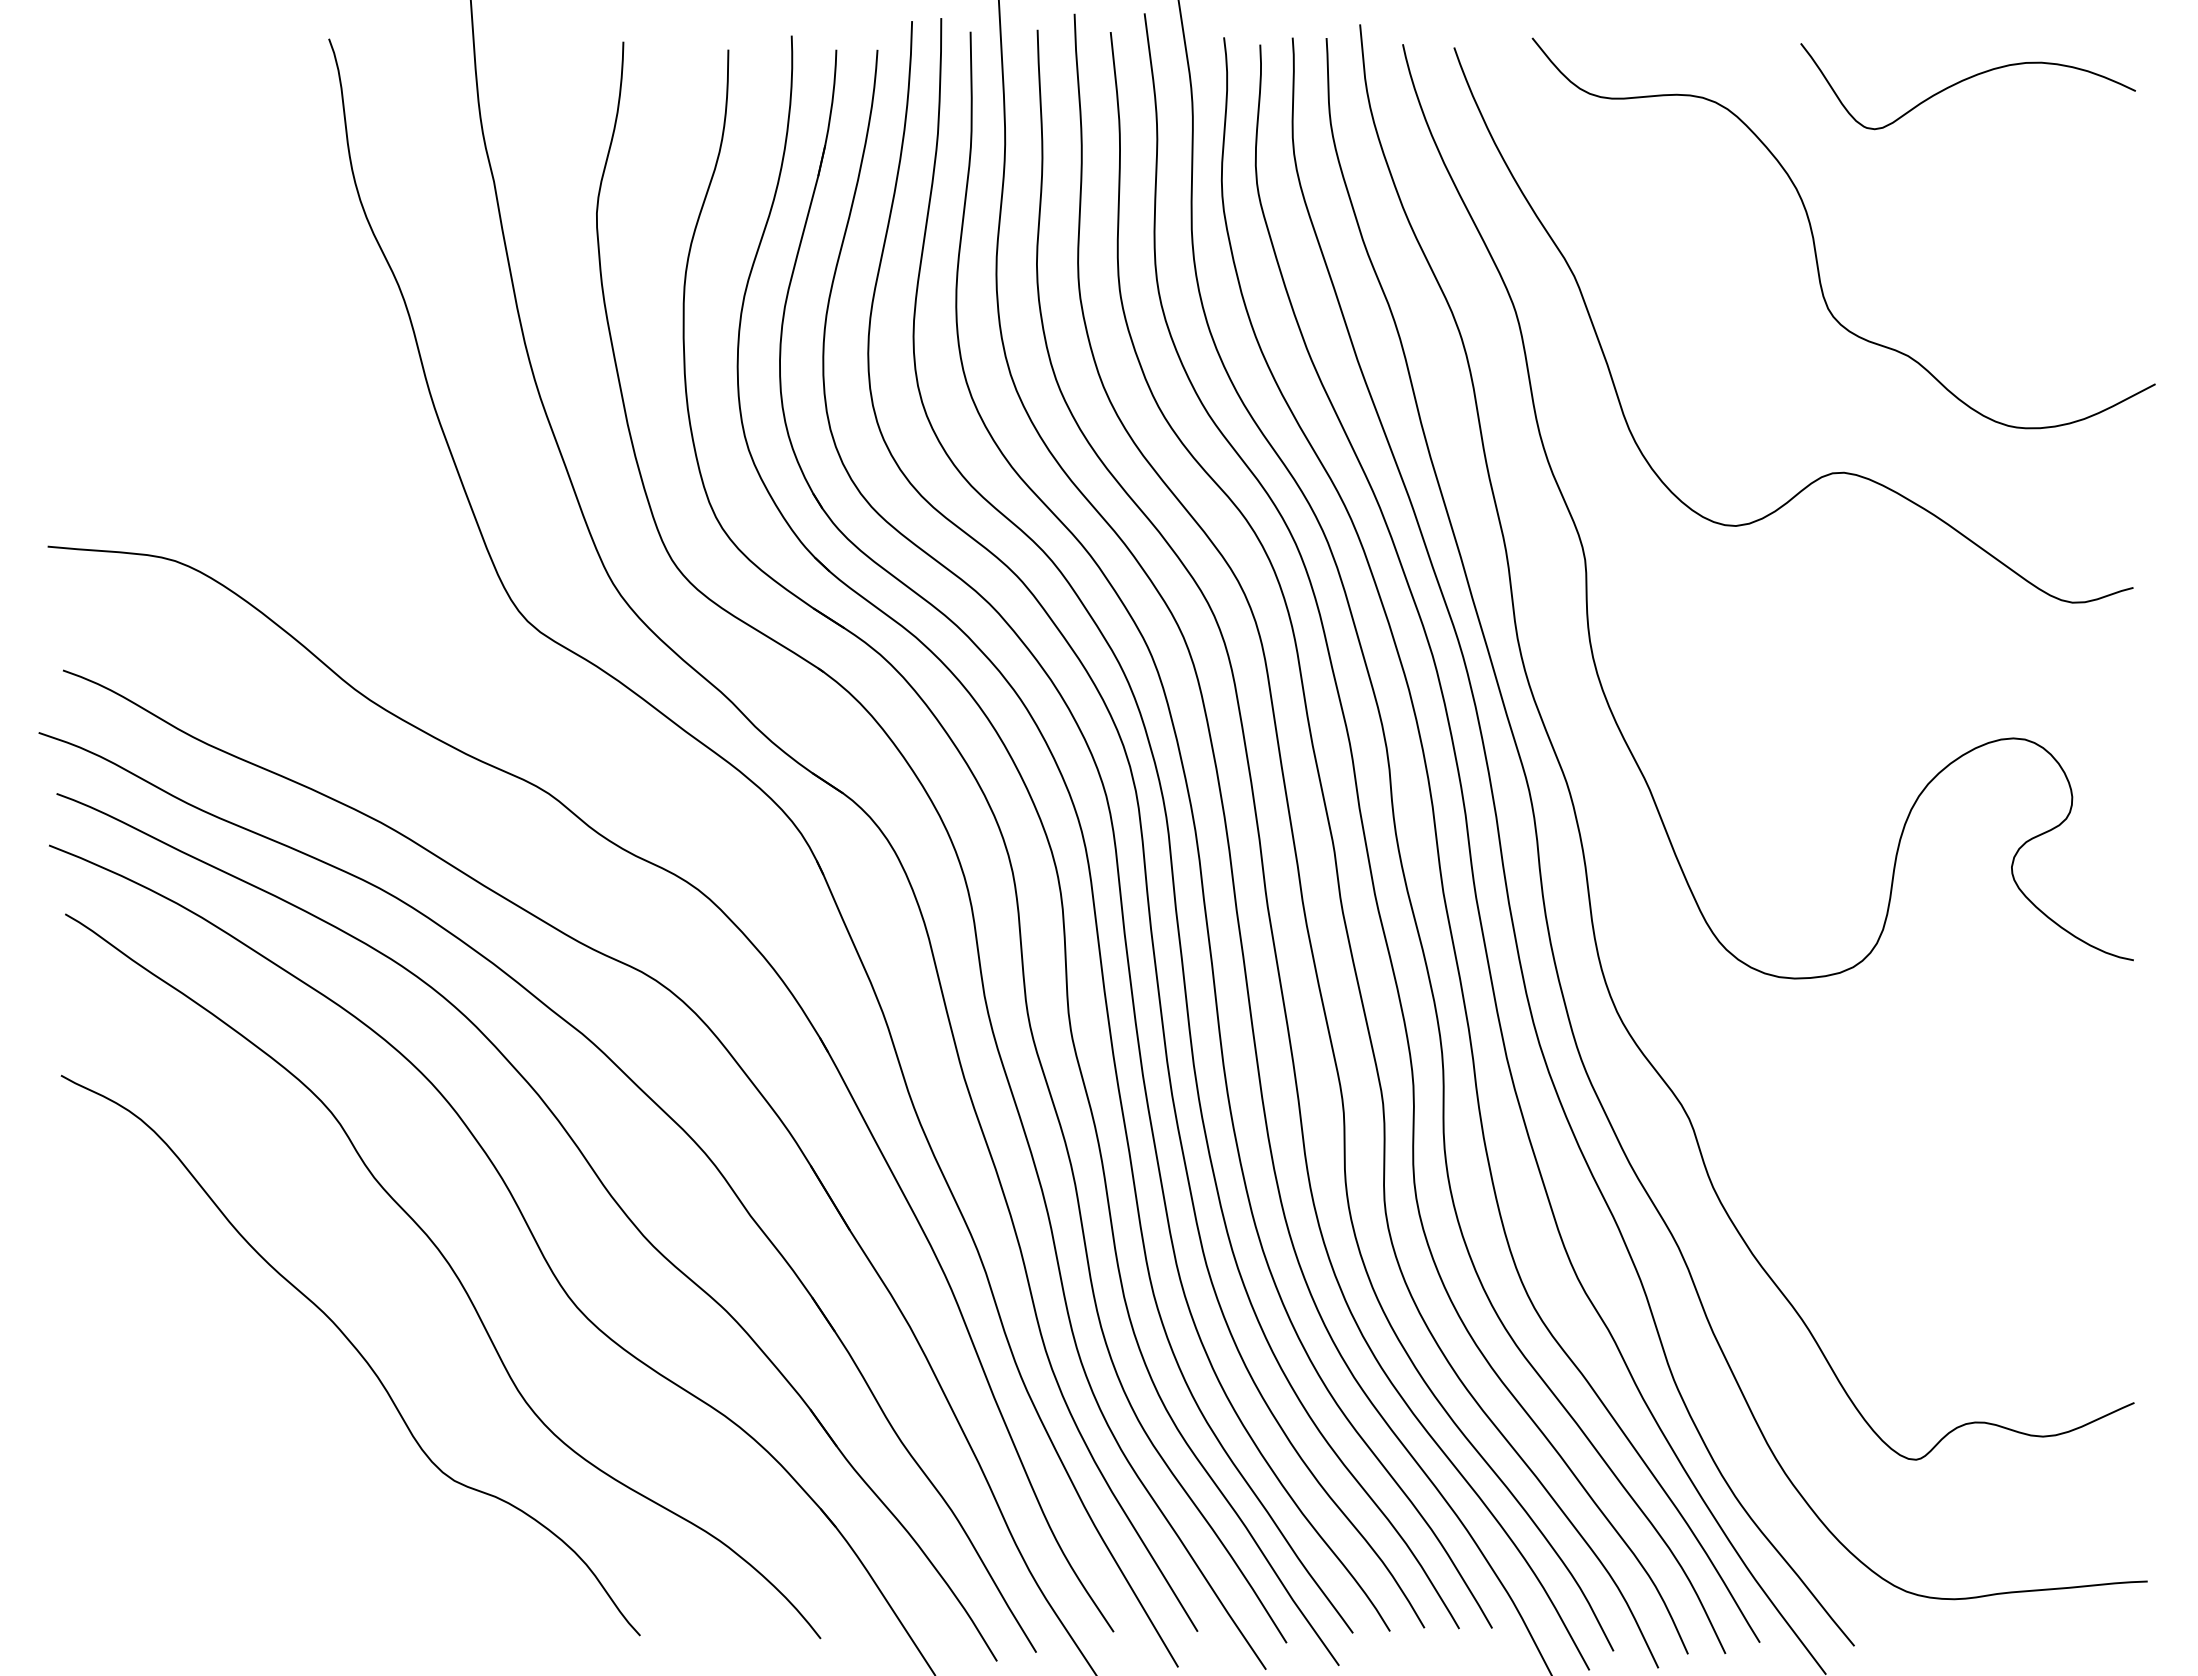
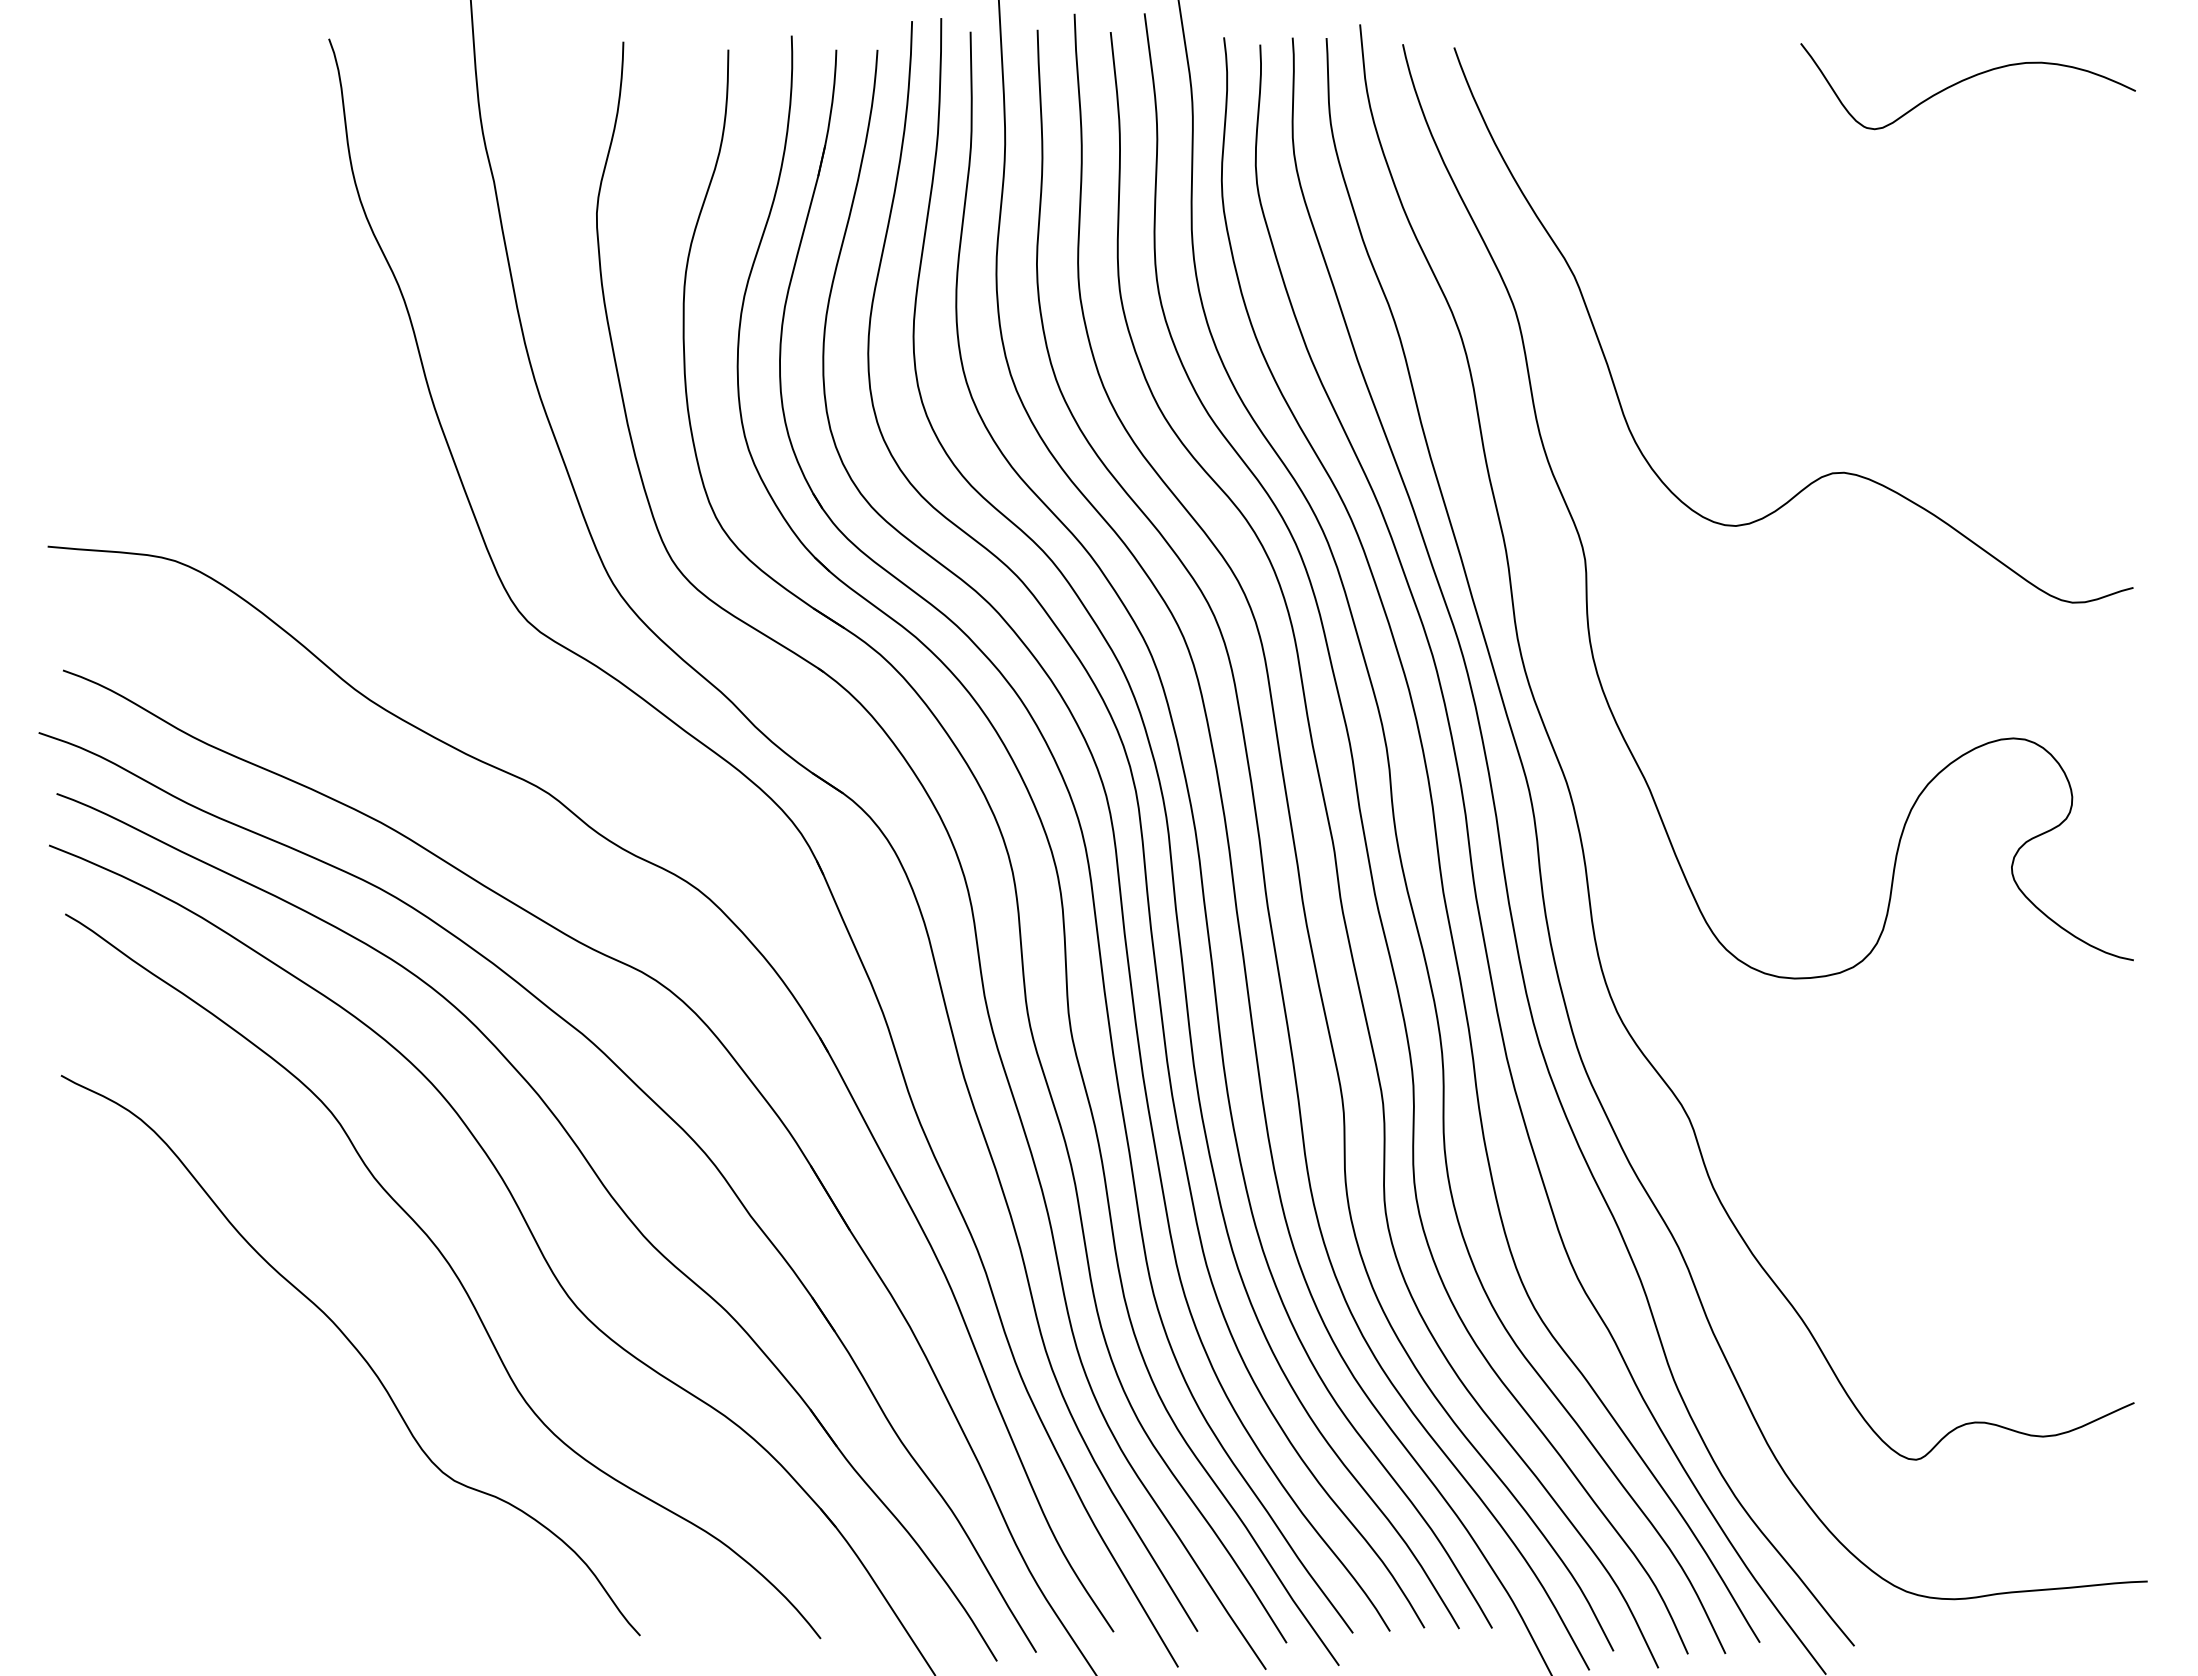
curve at (1814, 238): present -> none
